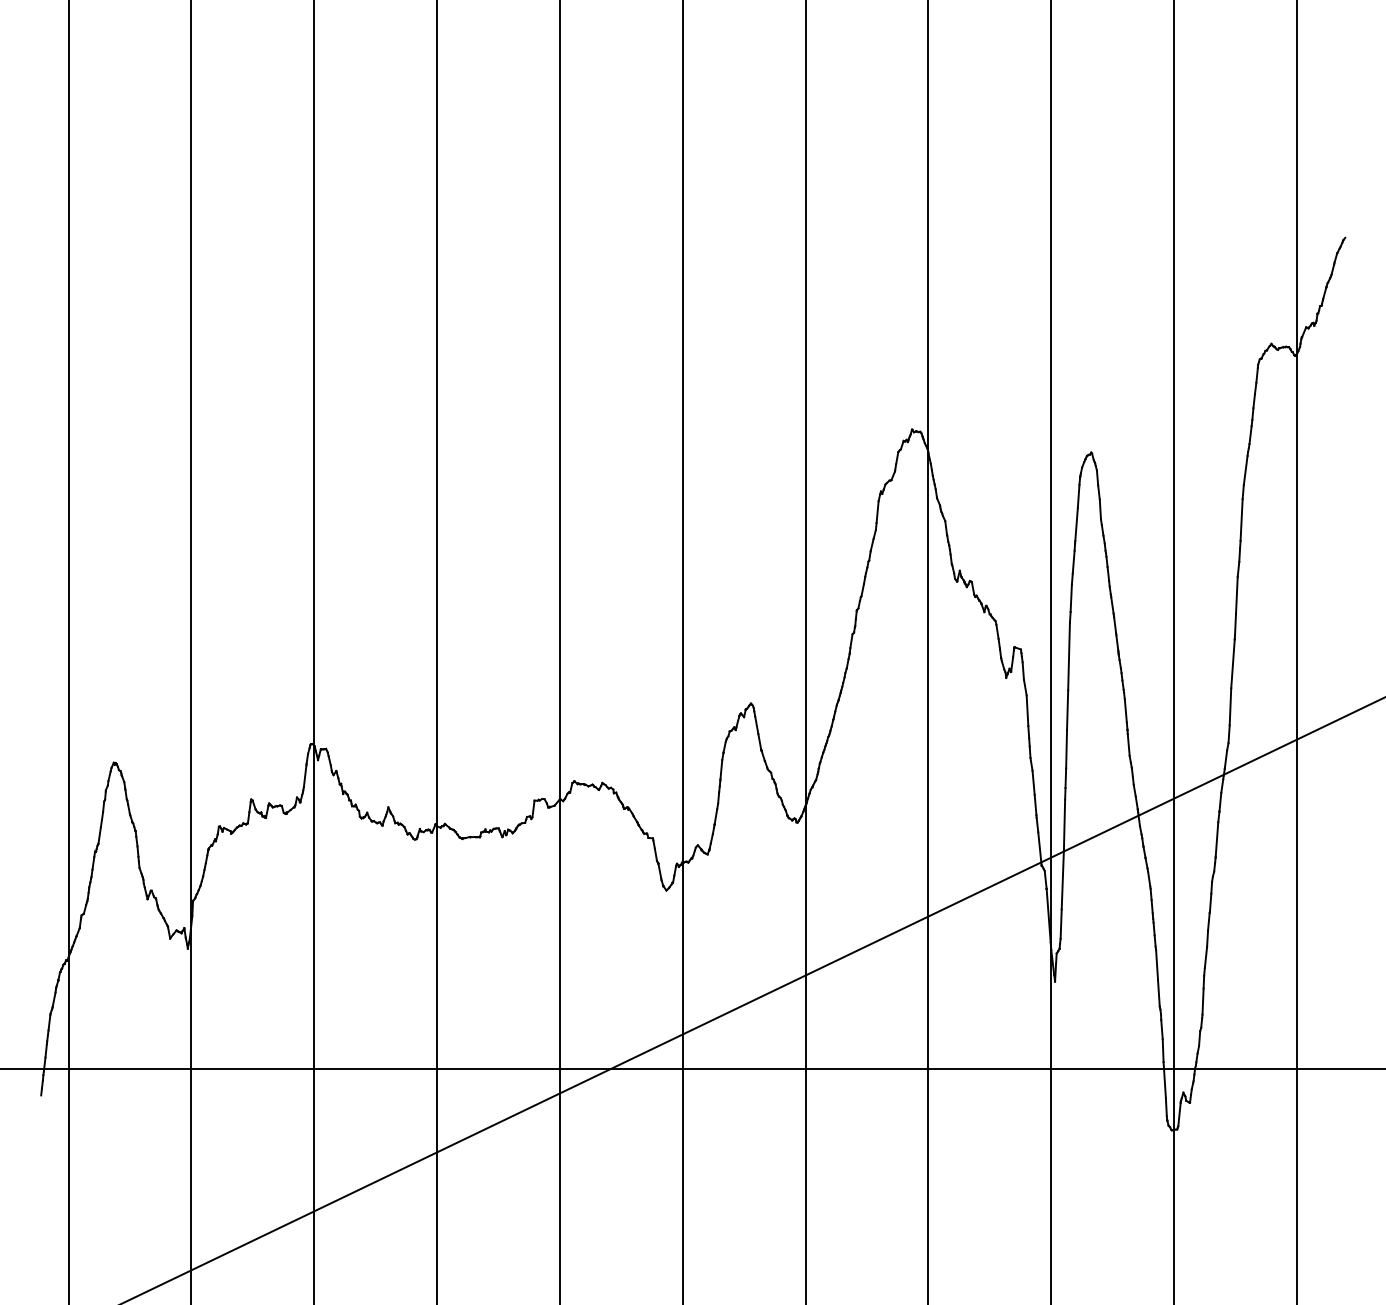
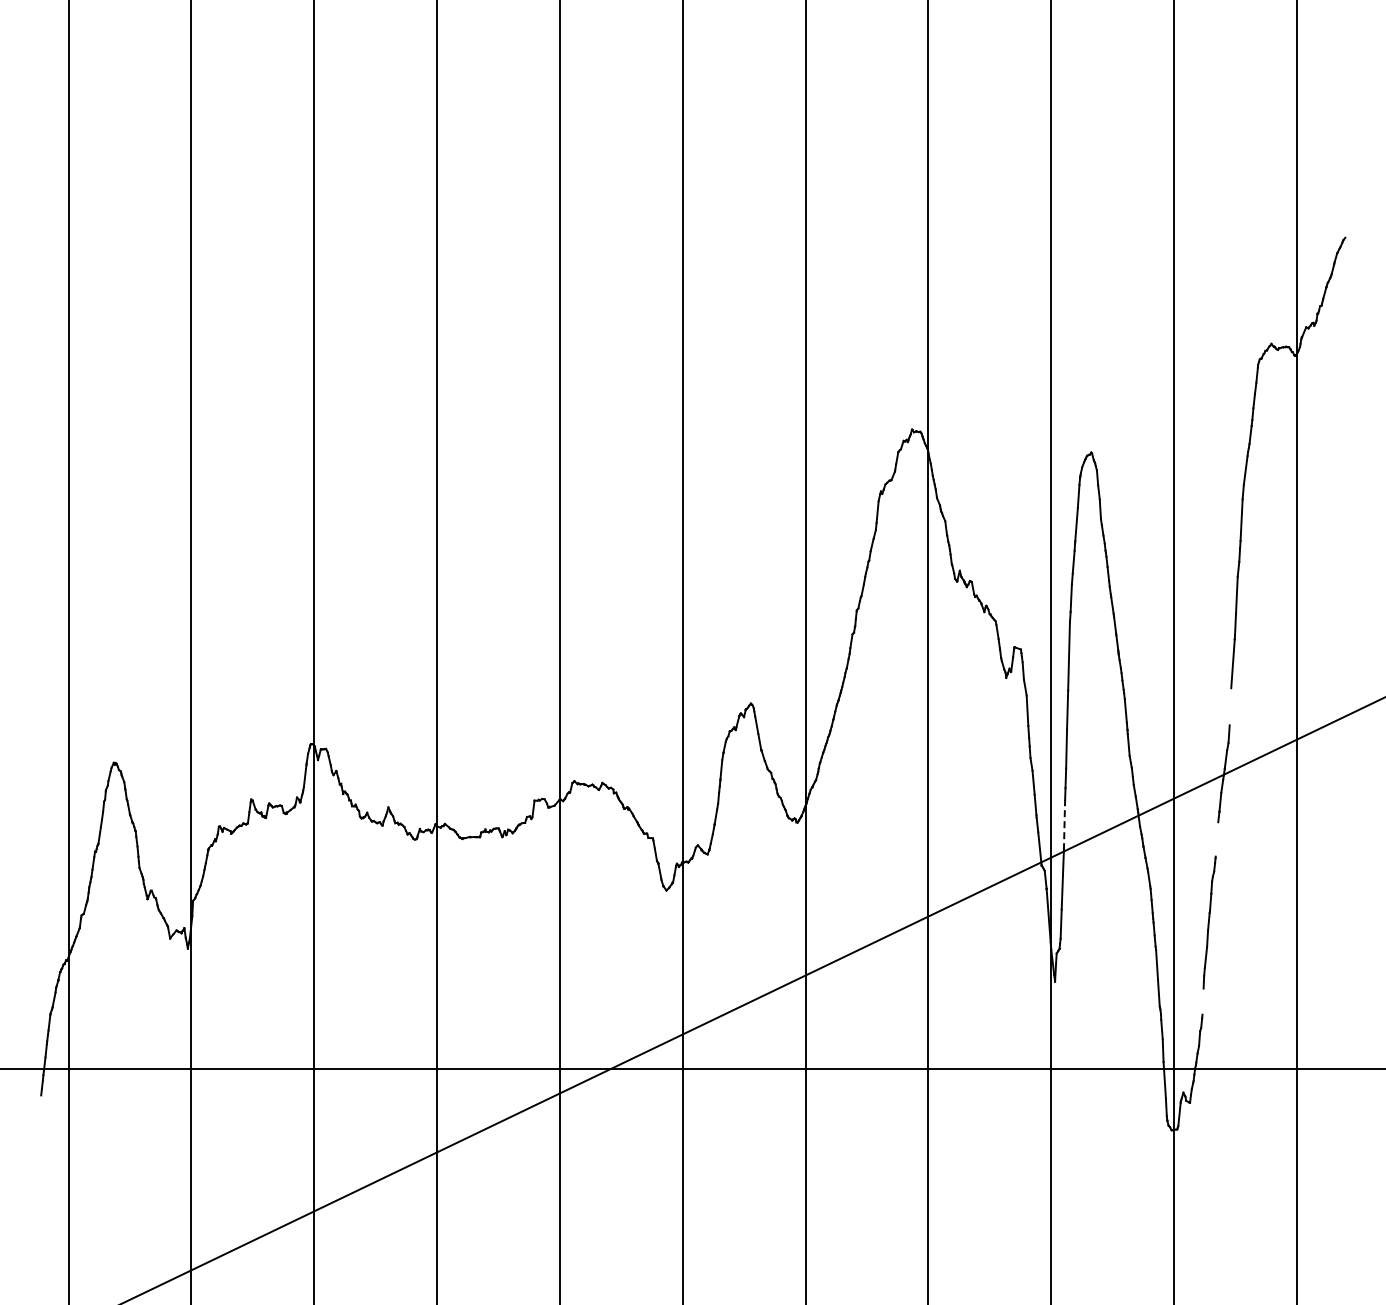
line at (1230, 706): present -> none
line at (1064, 824): solid -> dashed
line at (1216, 839): present -> none
line at (1202, 1001): present -> none
